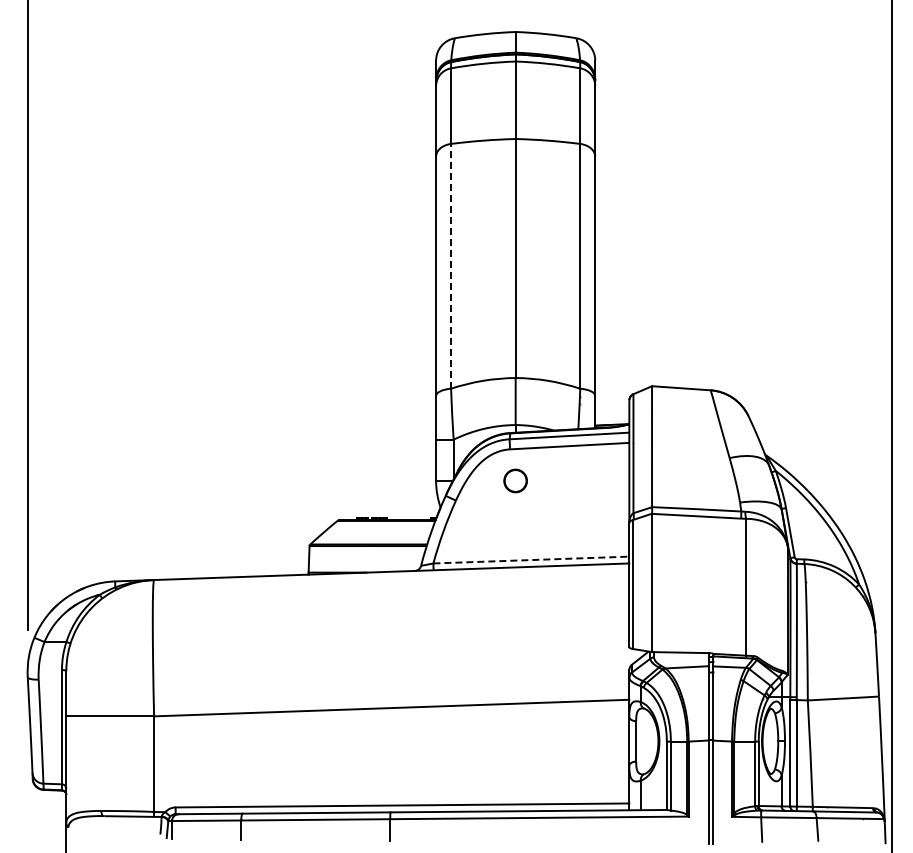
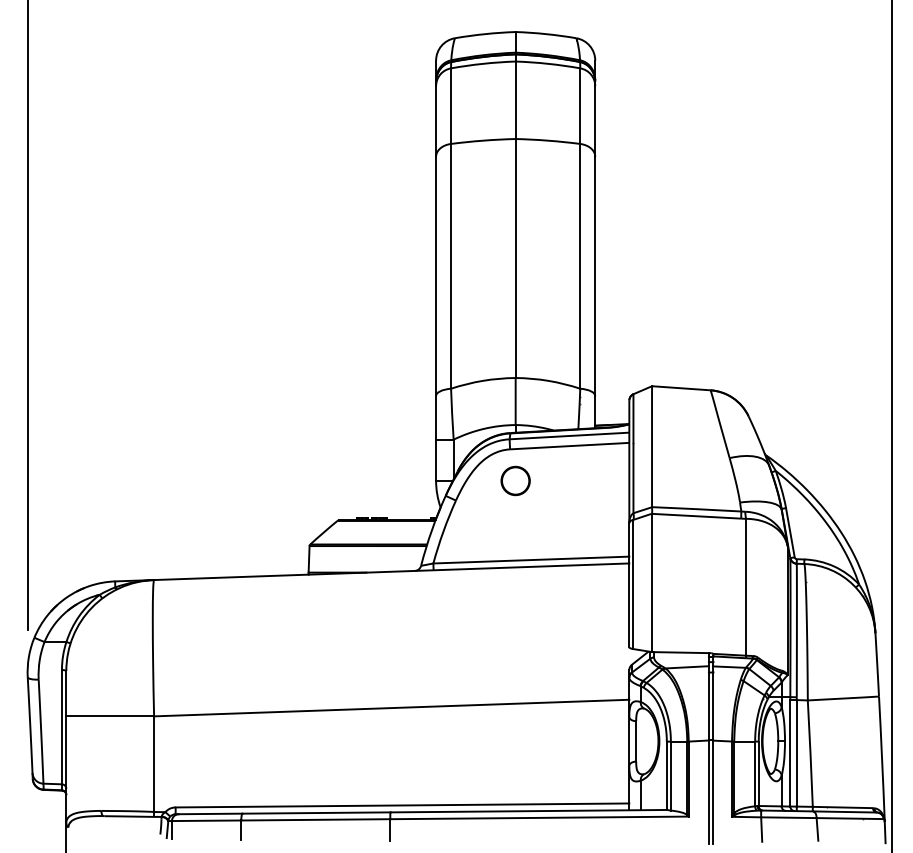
line at (451, 265): dashed -> solid
part at (515, 480) size: 25x26 px -> 31x32 px
line at (531, 560): dashed -> solid
